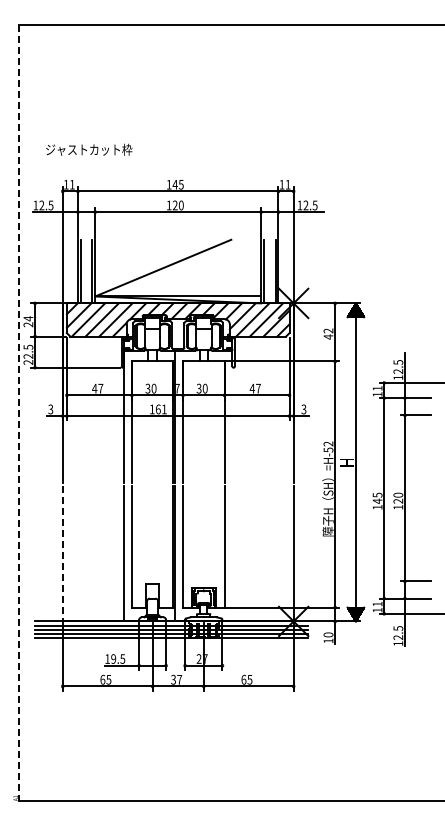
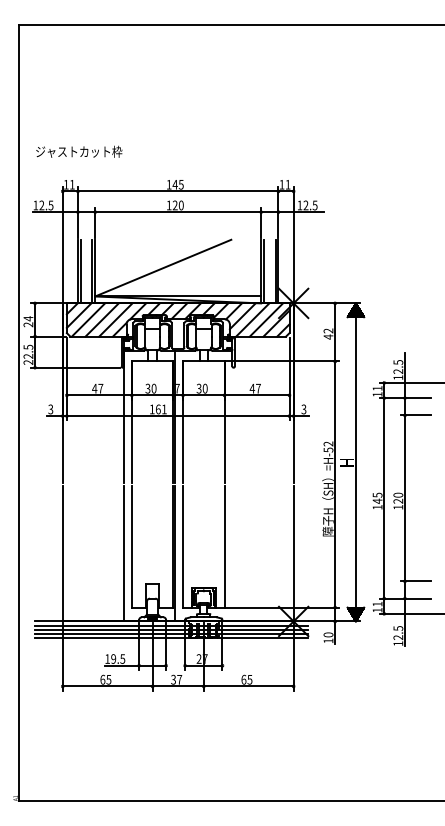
text at (89, 149) position: (89, 149) -> (79, 151)
line at (19, 413): dashed -> solid
line at (62, 553): dashed -> solid
